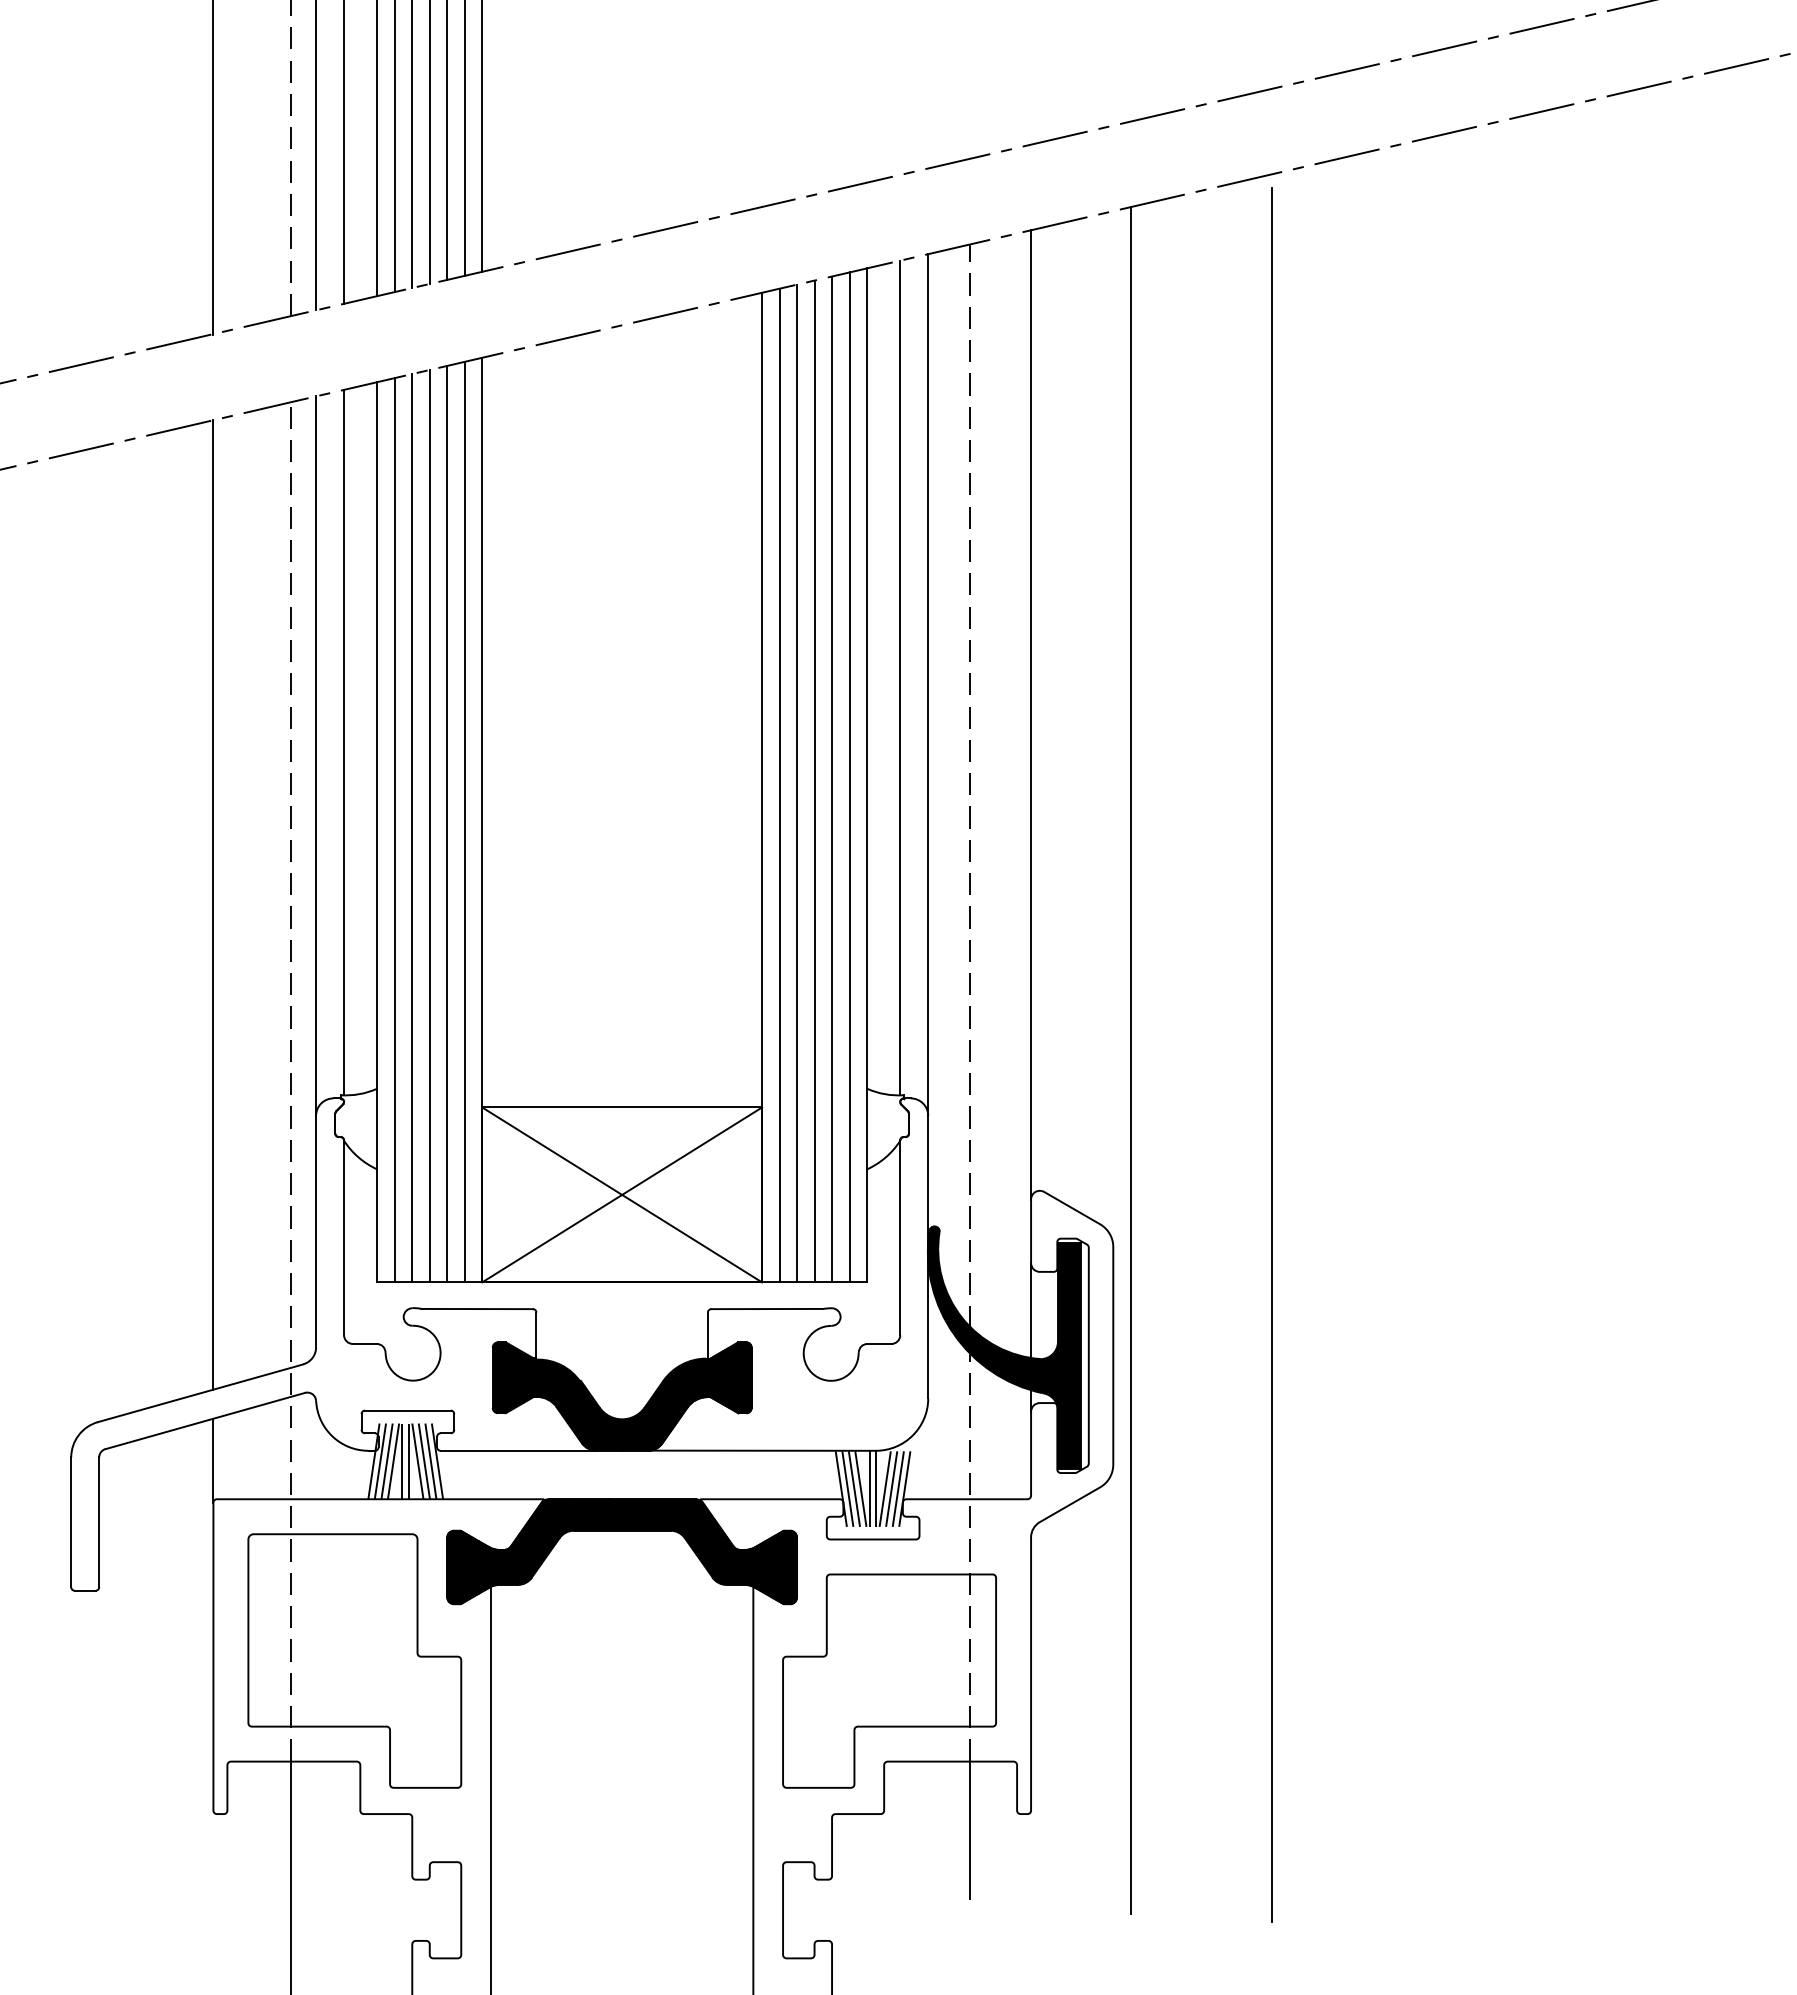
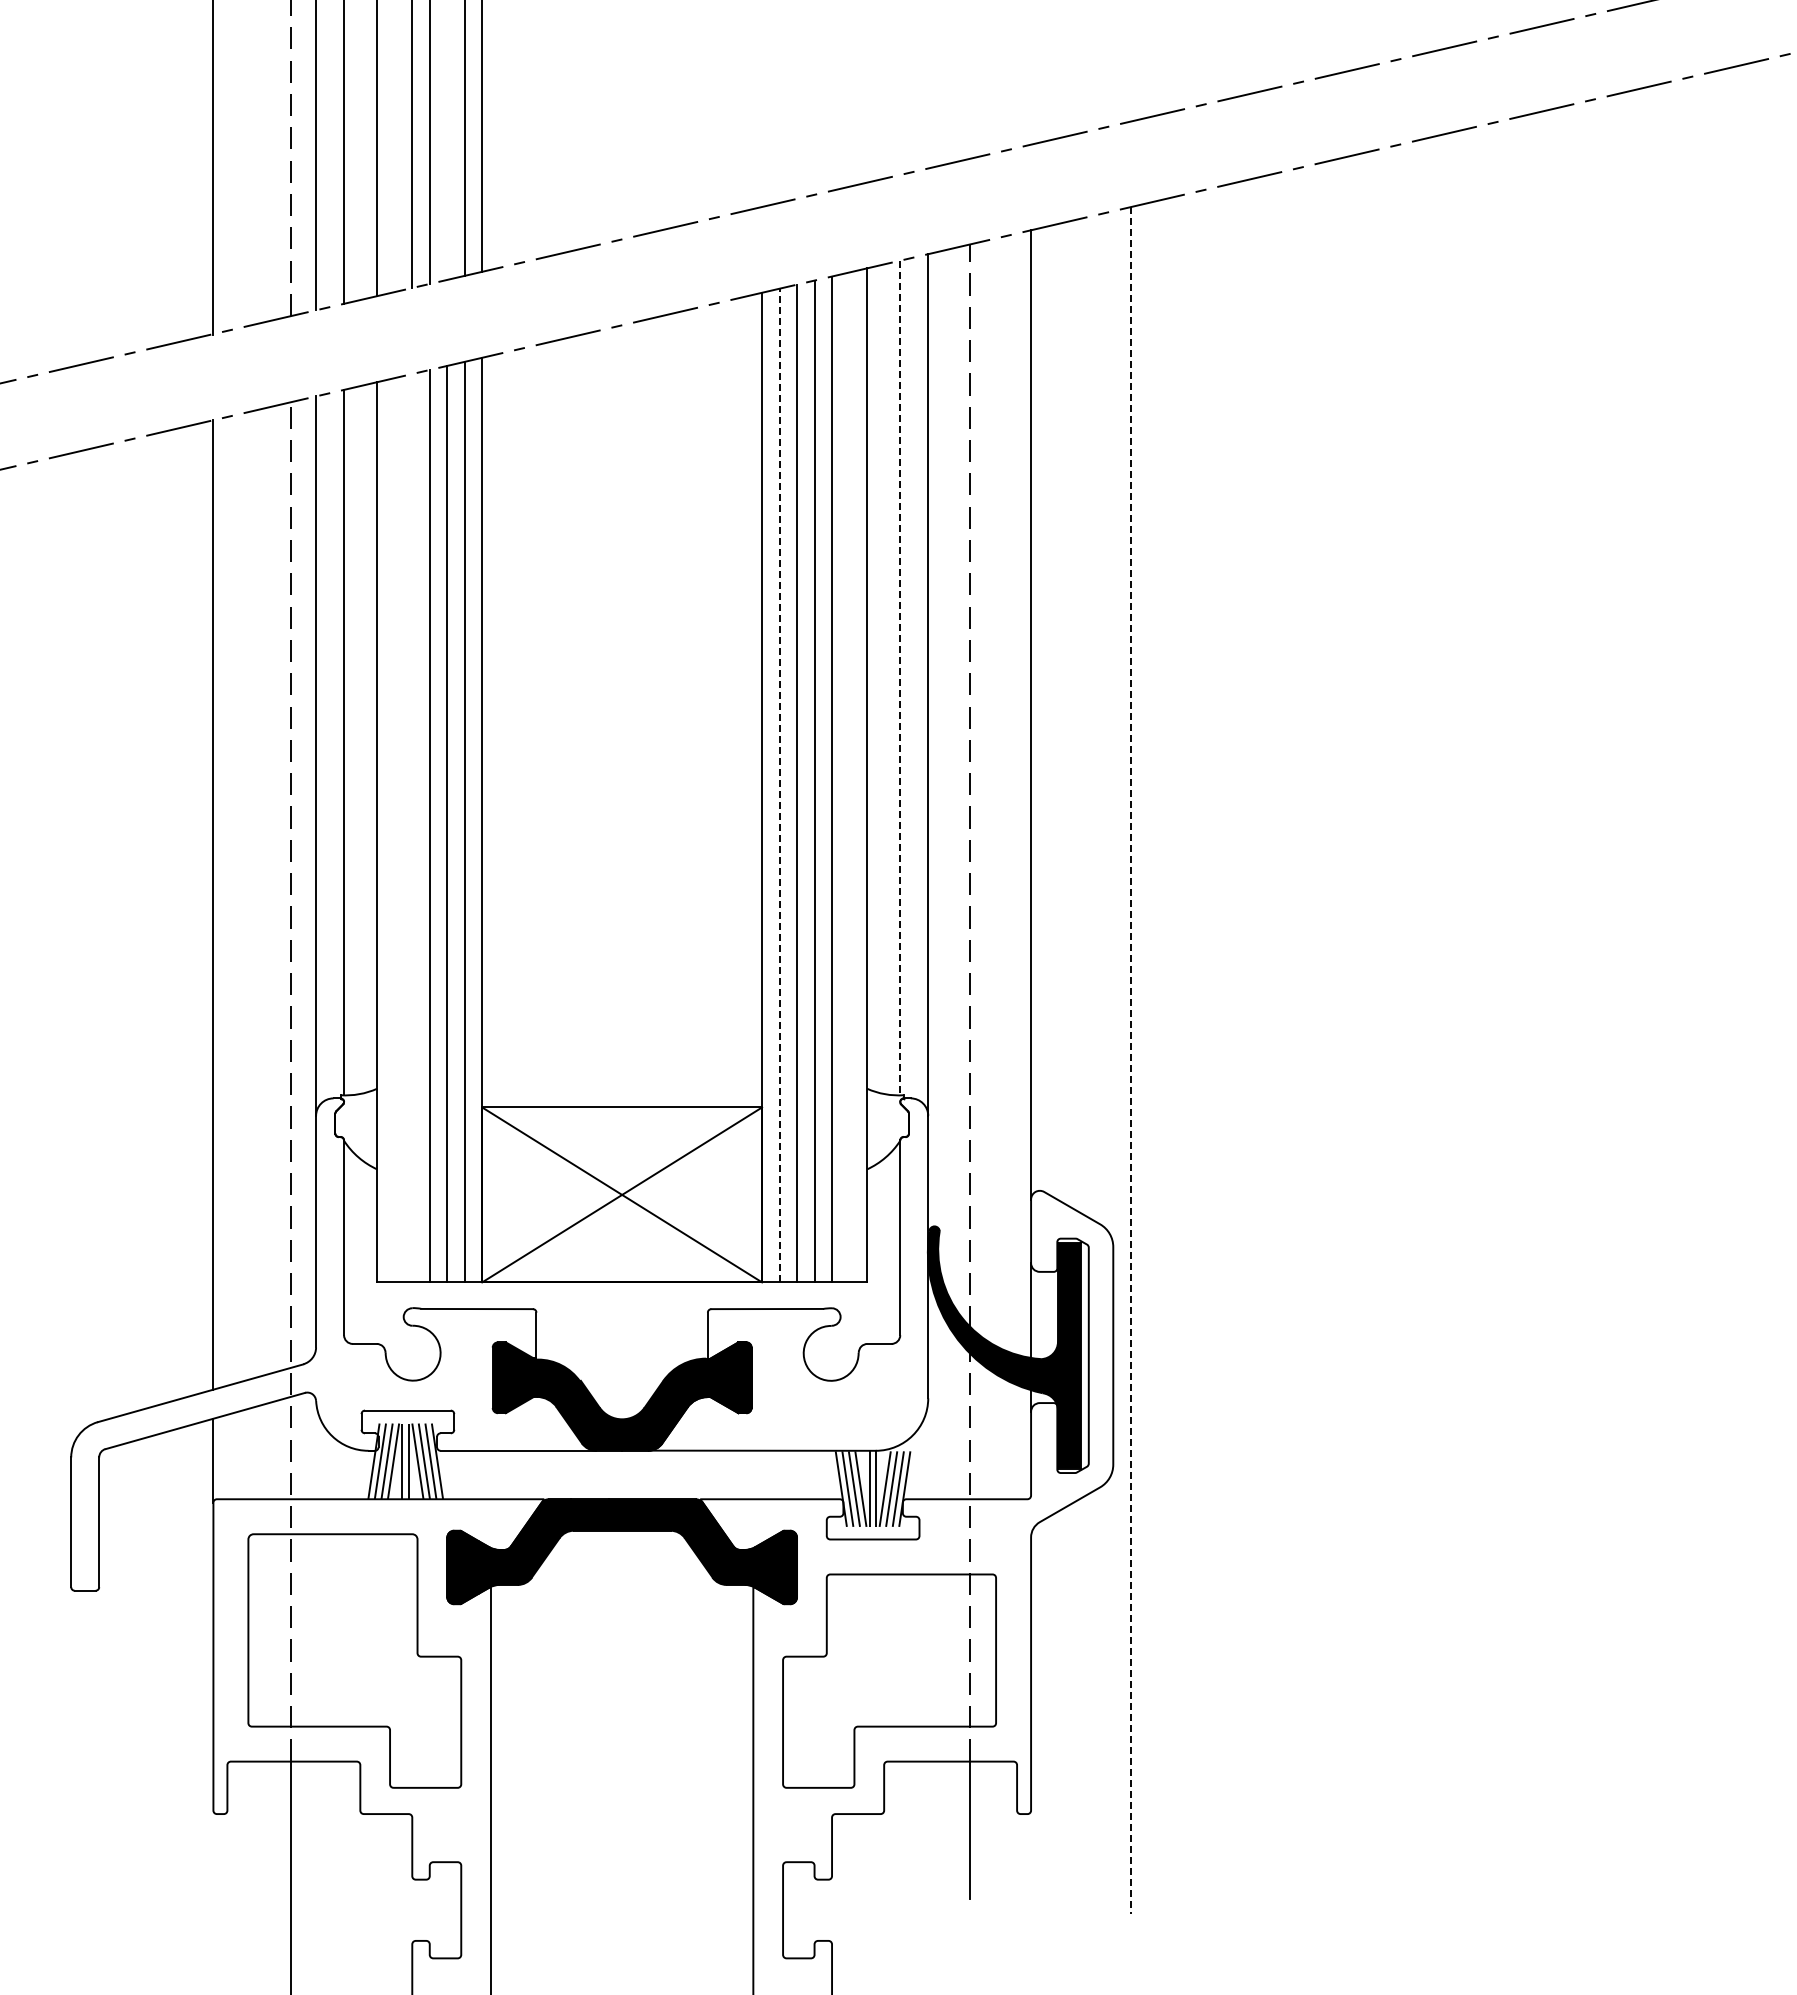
line at (447, 141): present -> none
line at (394, 147): present -> none
line at (900, 678): solid -> dashed
line at (849, 777): present -> none
line at (779, 785): solid -> dashed
line at (412, 828): present -> none
line at (394, 830): present -> none
line at (1271, 1054): present -> none
line at (1130, 1060): solid -> dashed
